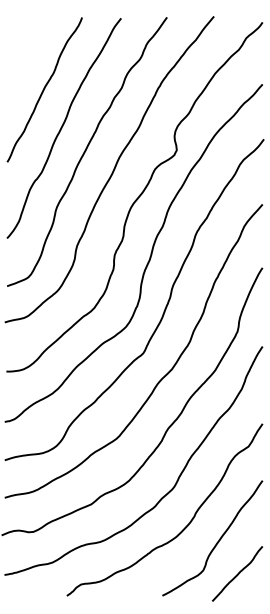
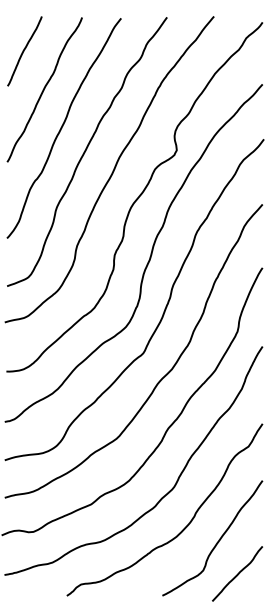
curve at (24, 51): none -> present
